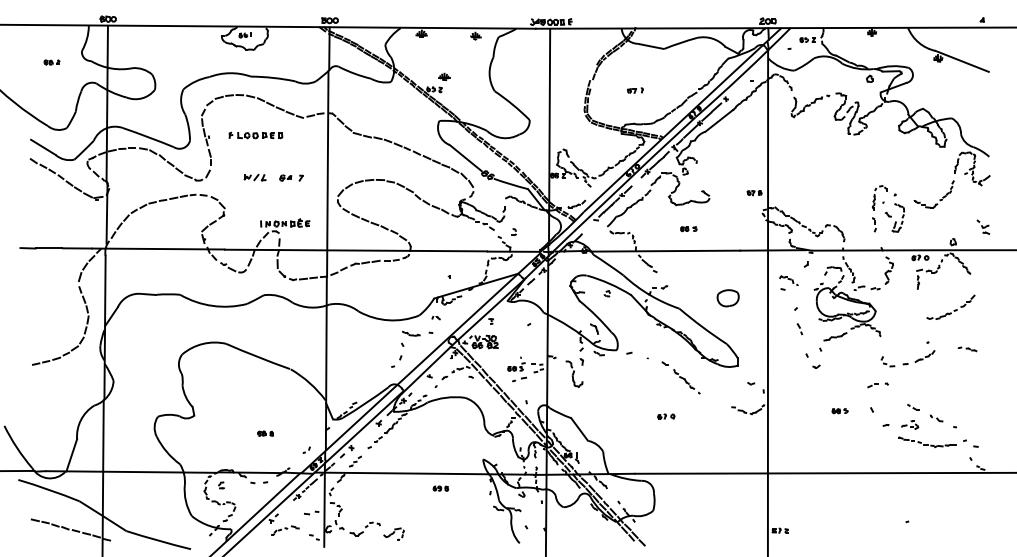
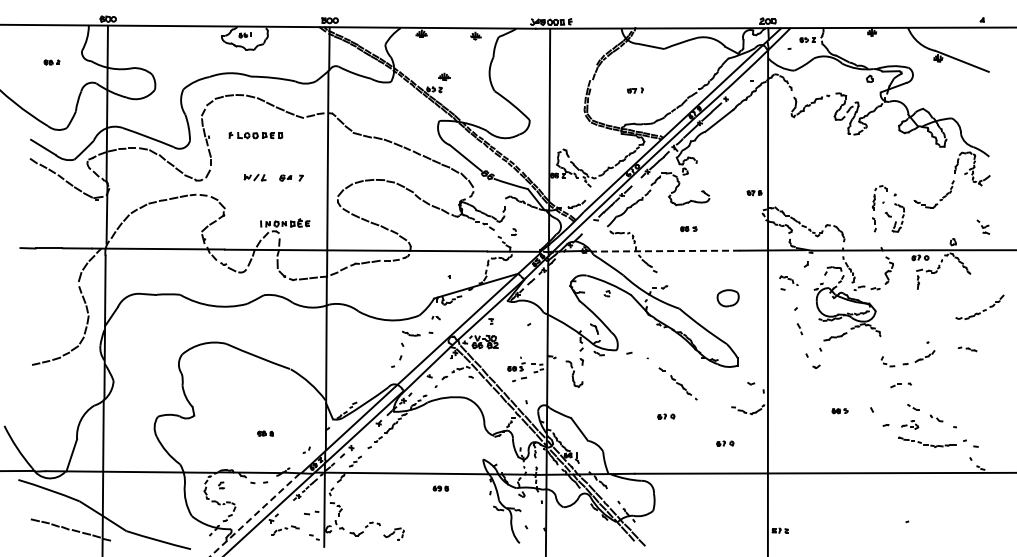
line at (665, 251): solid -> dashed
part at (950, 306) position: (950, 306) -> (979, 306)
part at (680, 377) position: (680, 377) -> (677, 383)
part at (877, 385) position: (877, 385) -> (900, 385)
part at (725, 443): none -> present
line at (254, 515): solid -> dashed
